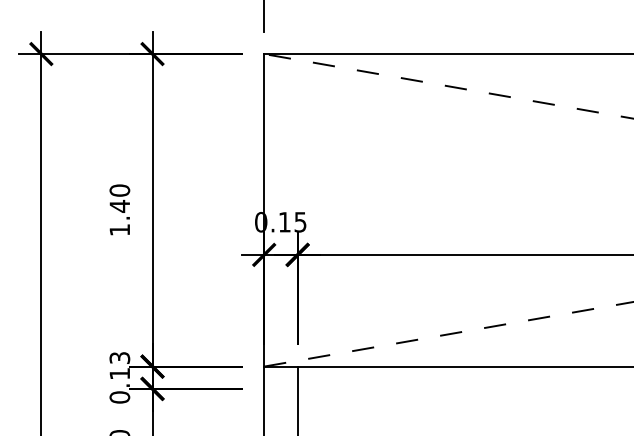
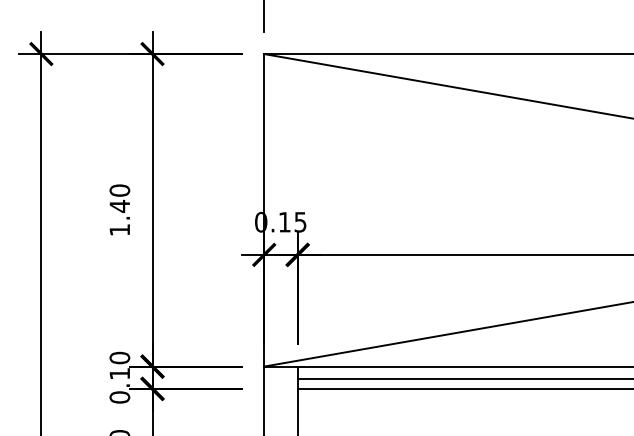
line at (448, 86): dashed -> solid
line at (449, 334): dashed -> solid
text at (119, 357): 0.13 -> 0.10
line at (463, 379): none -> present
line at (463, 388): none -> present
